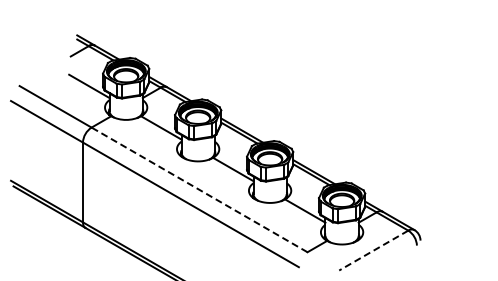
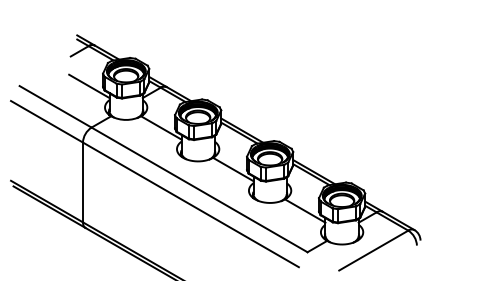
line at (199, 189): dashed -> solid
line at (373, 250): dashed -> solid
